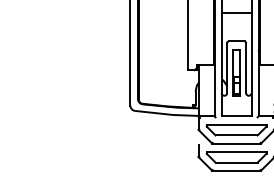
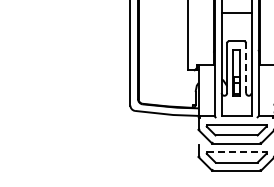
line at (246, 68): solid -> dashed
line at (236, 151): solid -> dashed
